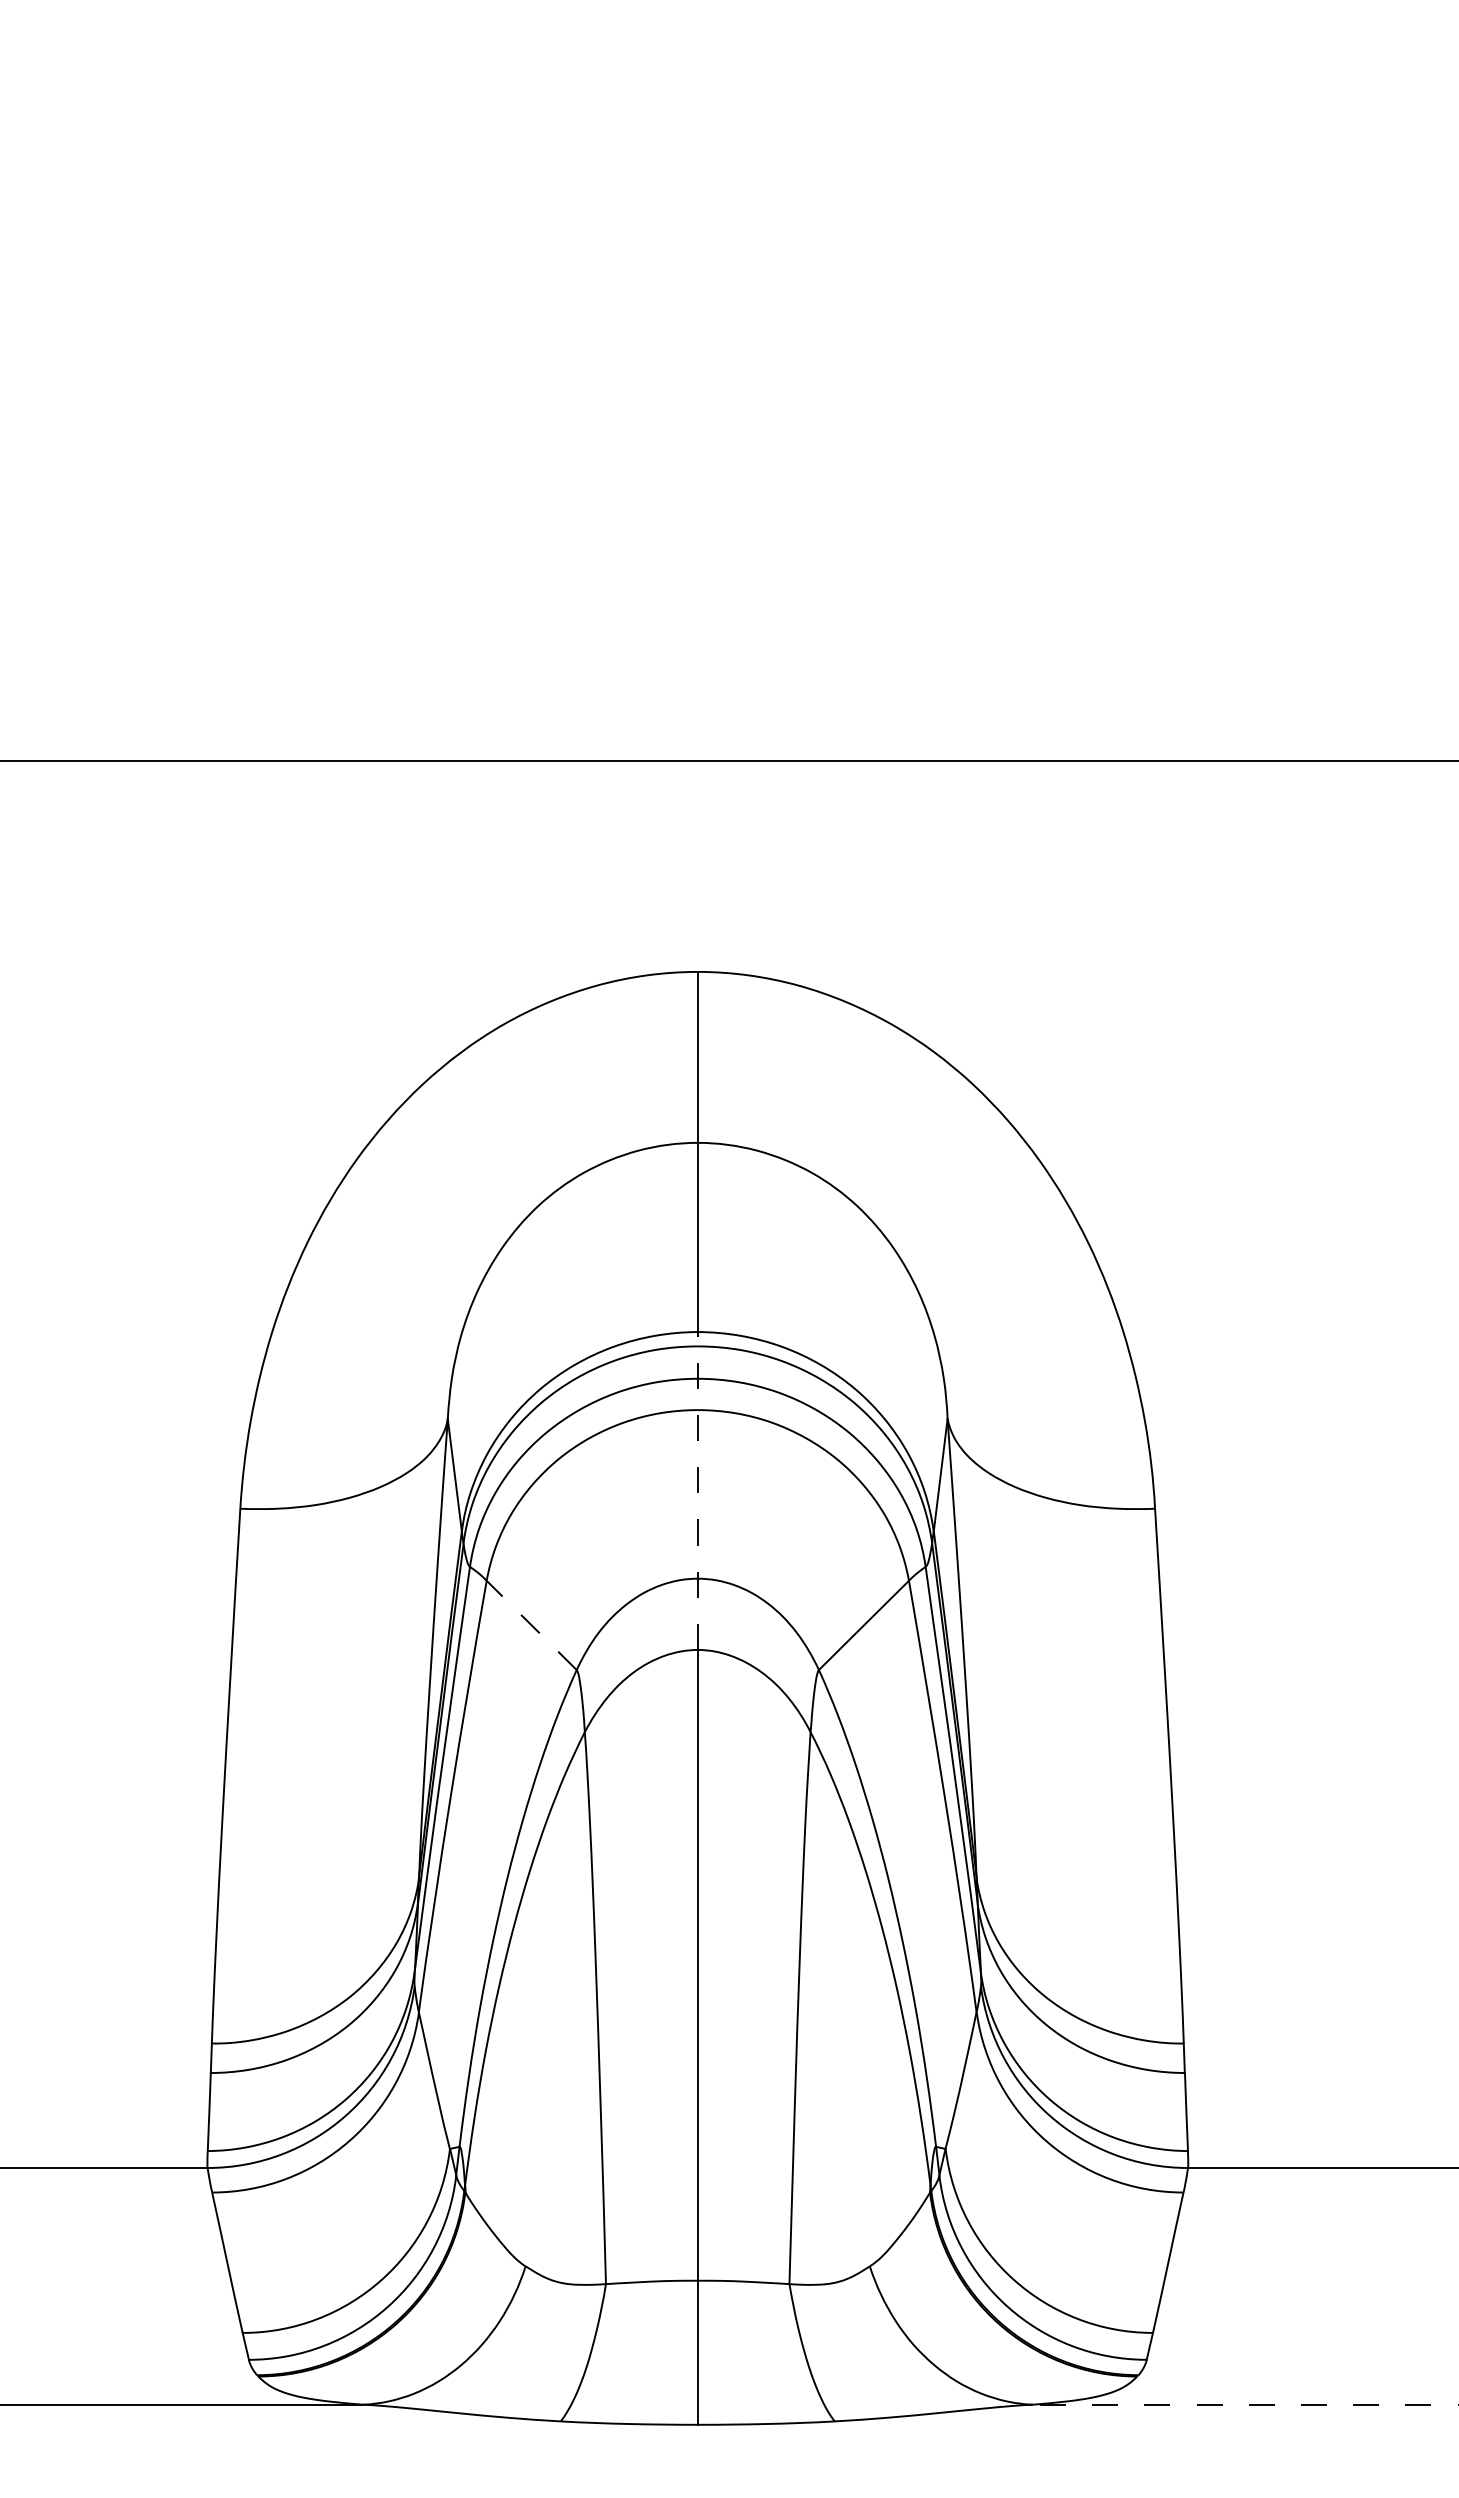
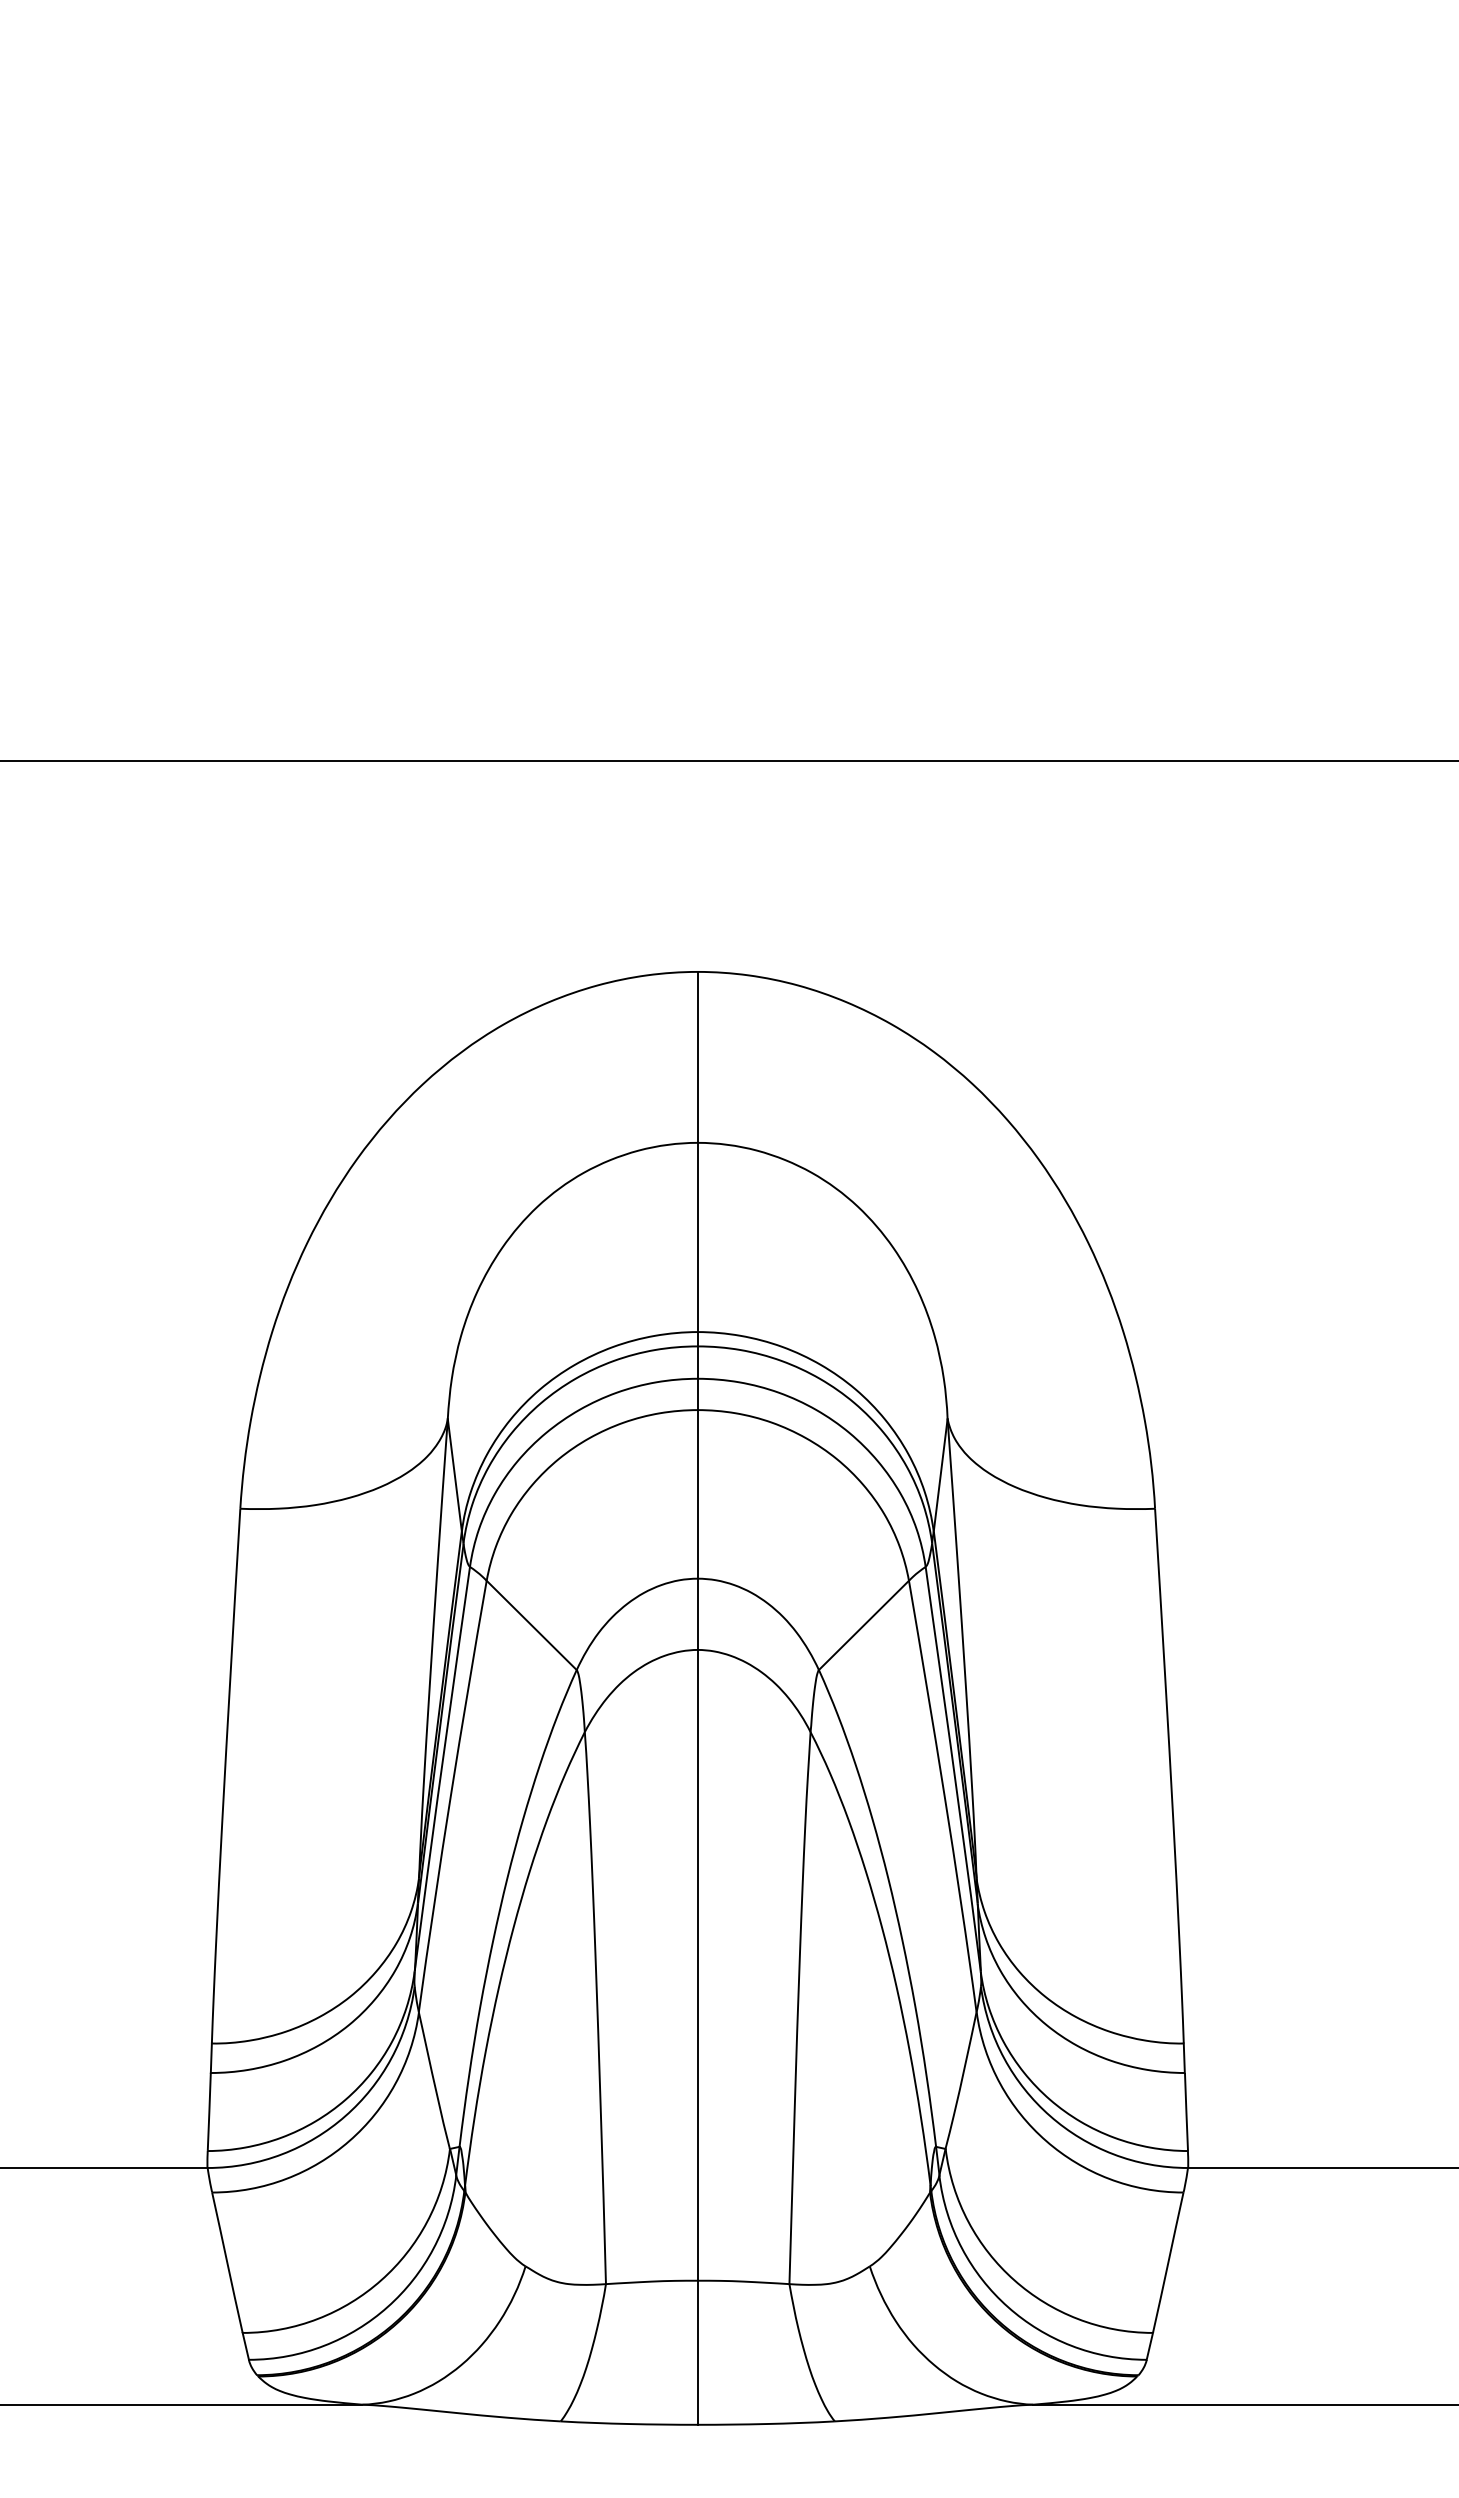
line at (697, 1491): dashed -> solid
line at (531, 1625): dashed -> solid
line at (1245, 2404): dashed -> solid
